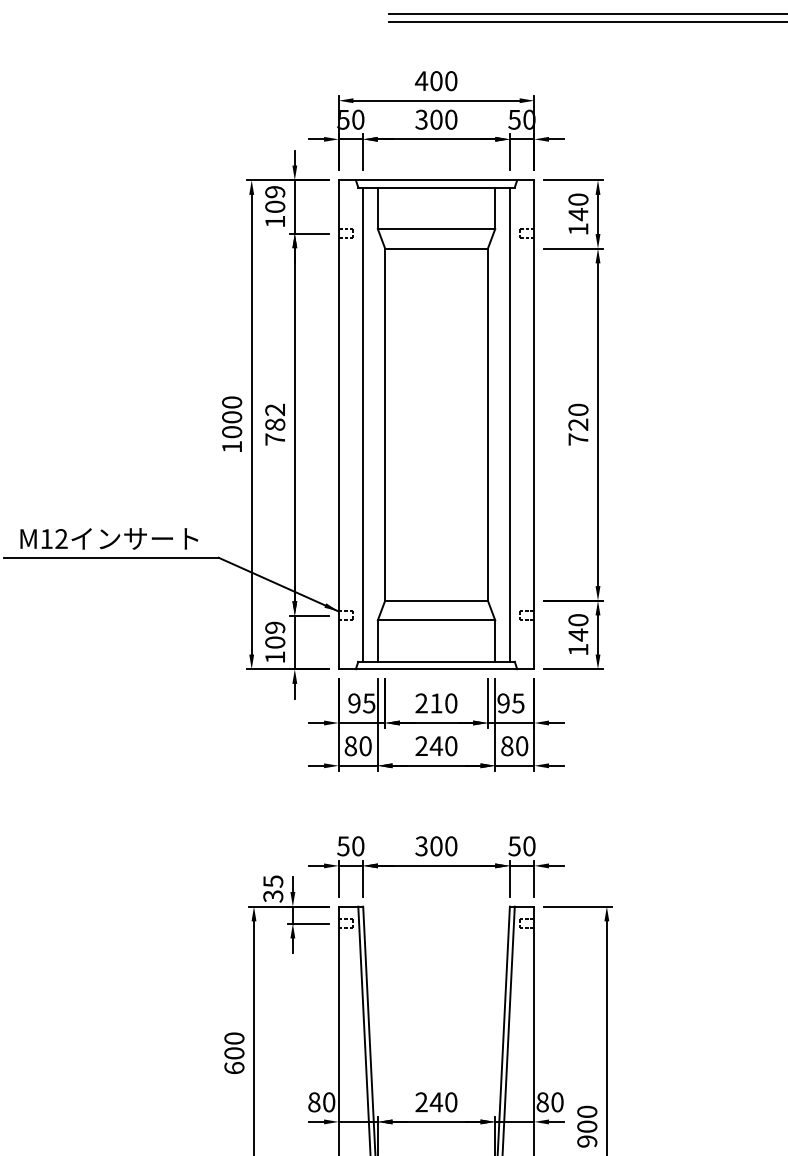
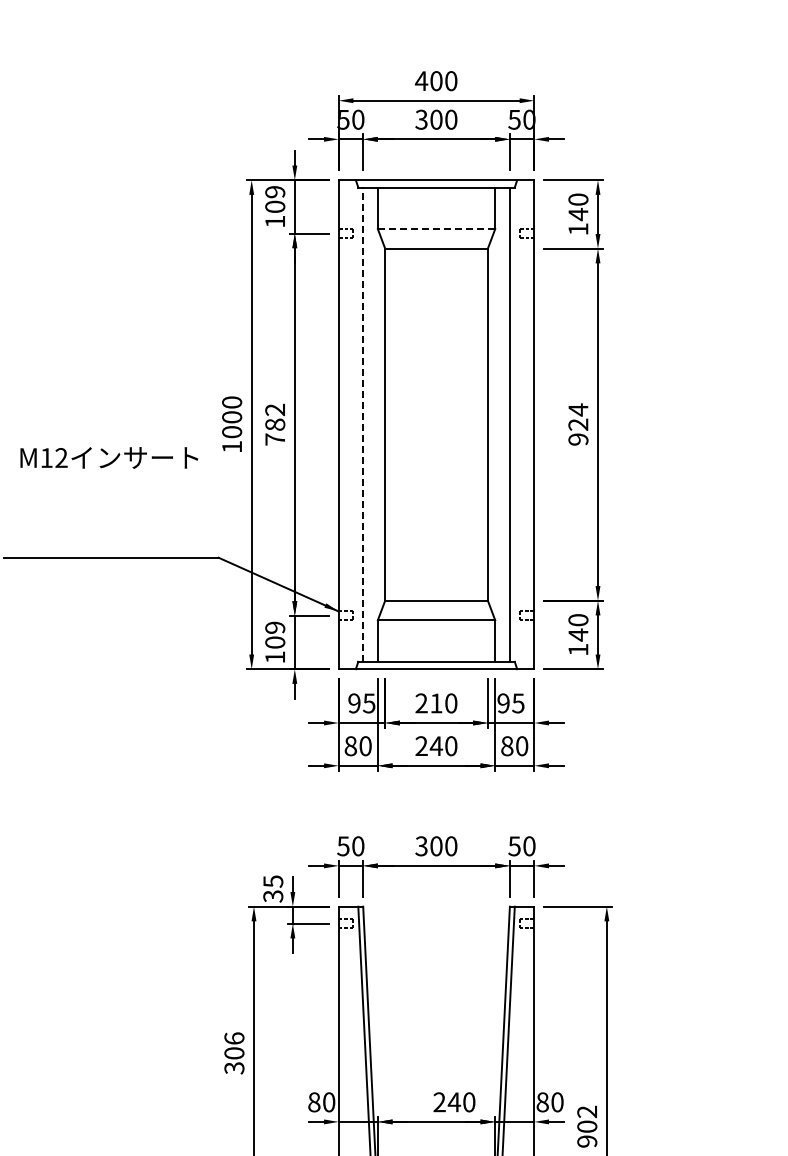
line at (586, 14): present -> none
line at (586, 21): present -> none
line at (436, 229): solid -> dashed
line at (363, 424): solid -> dashed
text at (578, 424): 720 -> 924
text at (109, 538) position: (109, 538) -> (109, 457)
text at (234, 1053): 600 -> 306
text at (436, 1102) position: (436, 1102) -> (454, 1102)
text at (587, 1111): 900 -> 902
